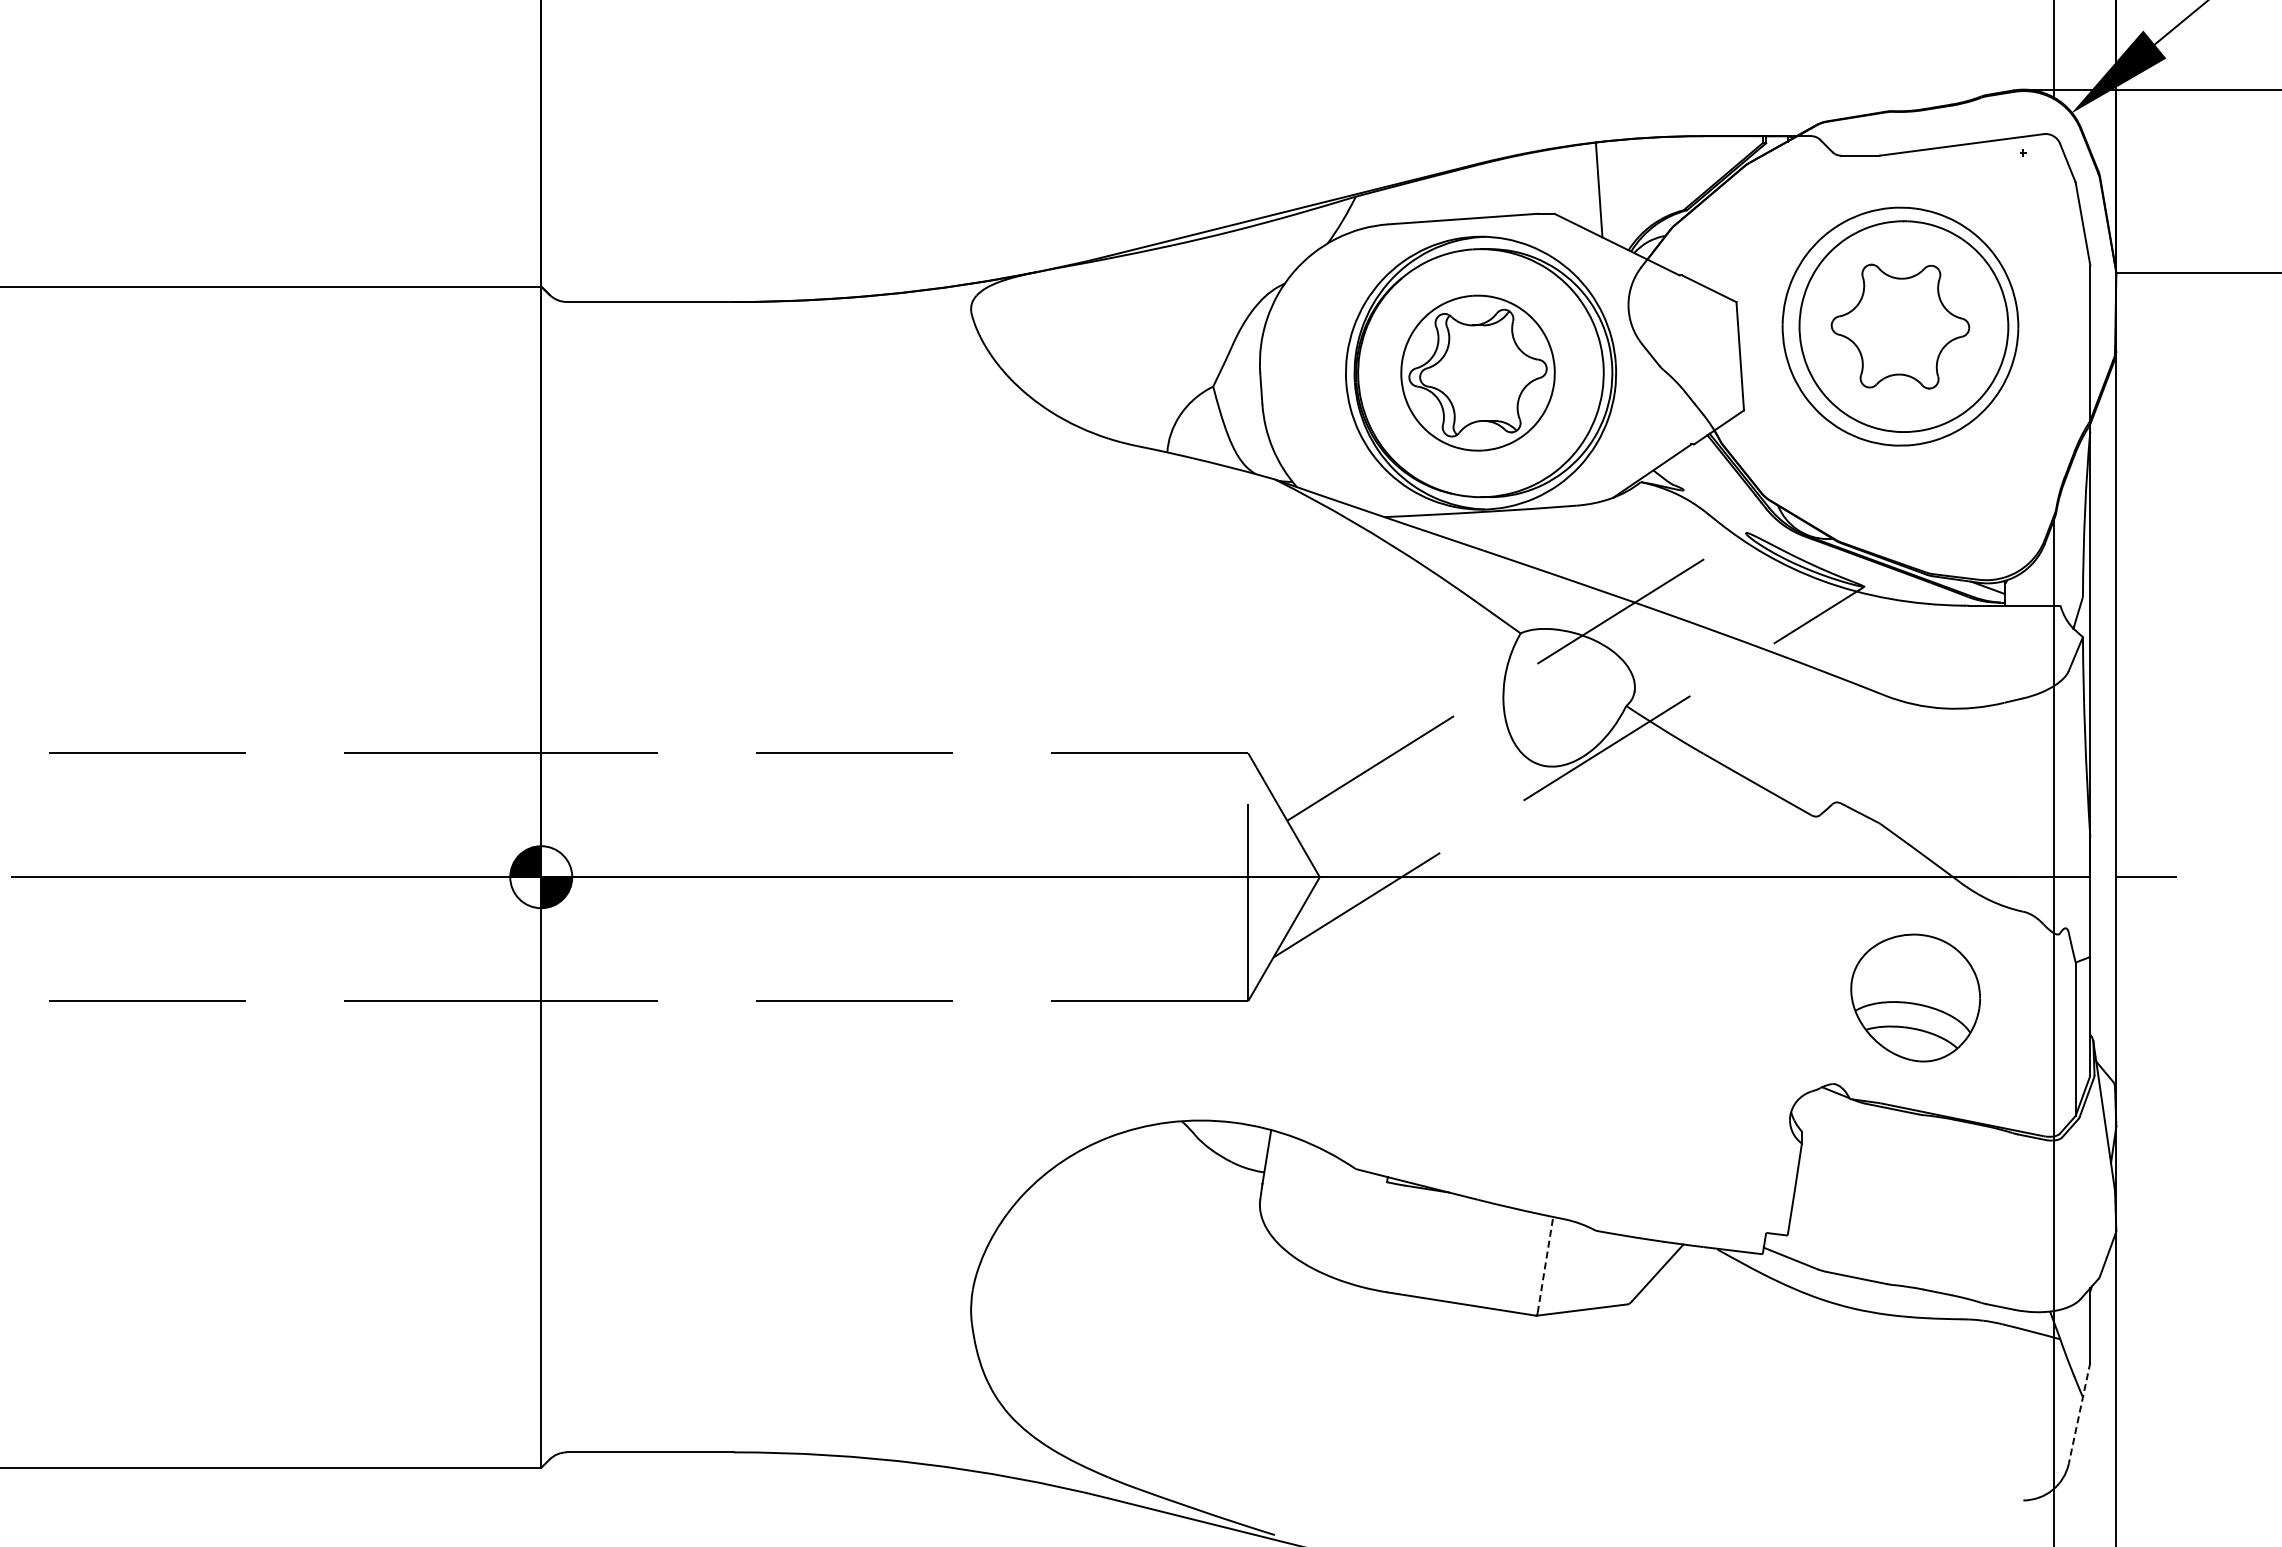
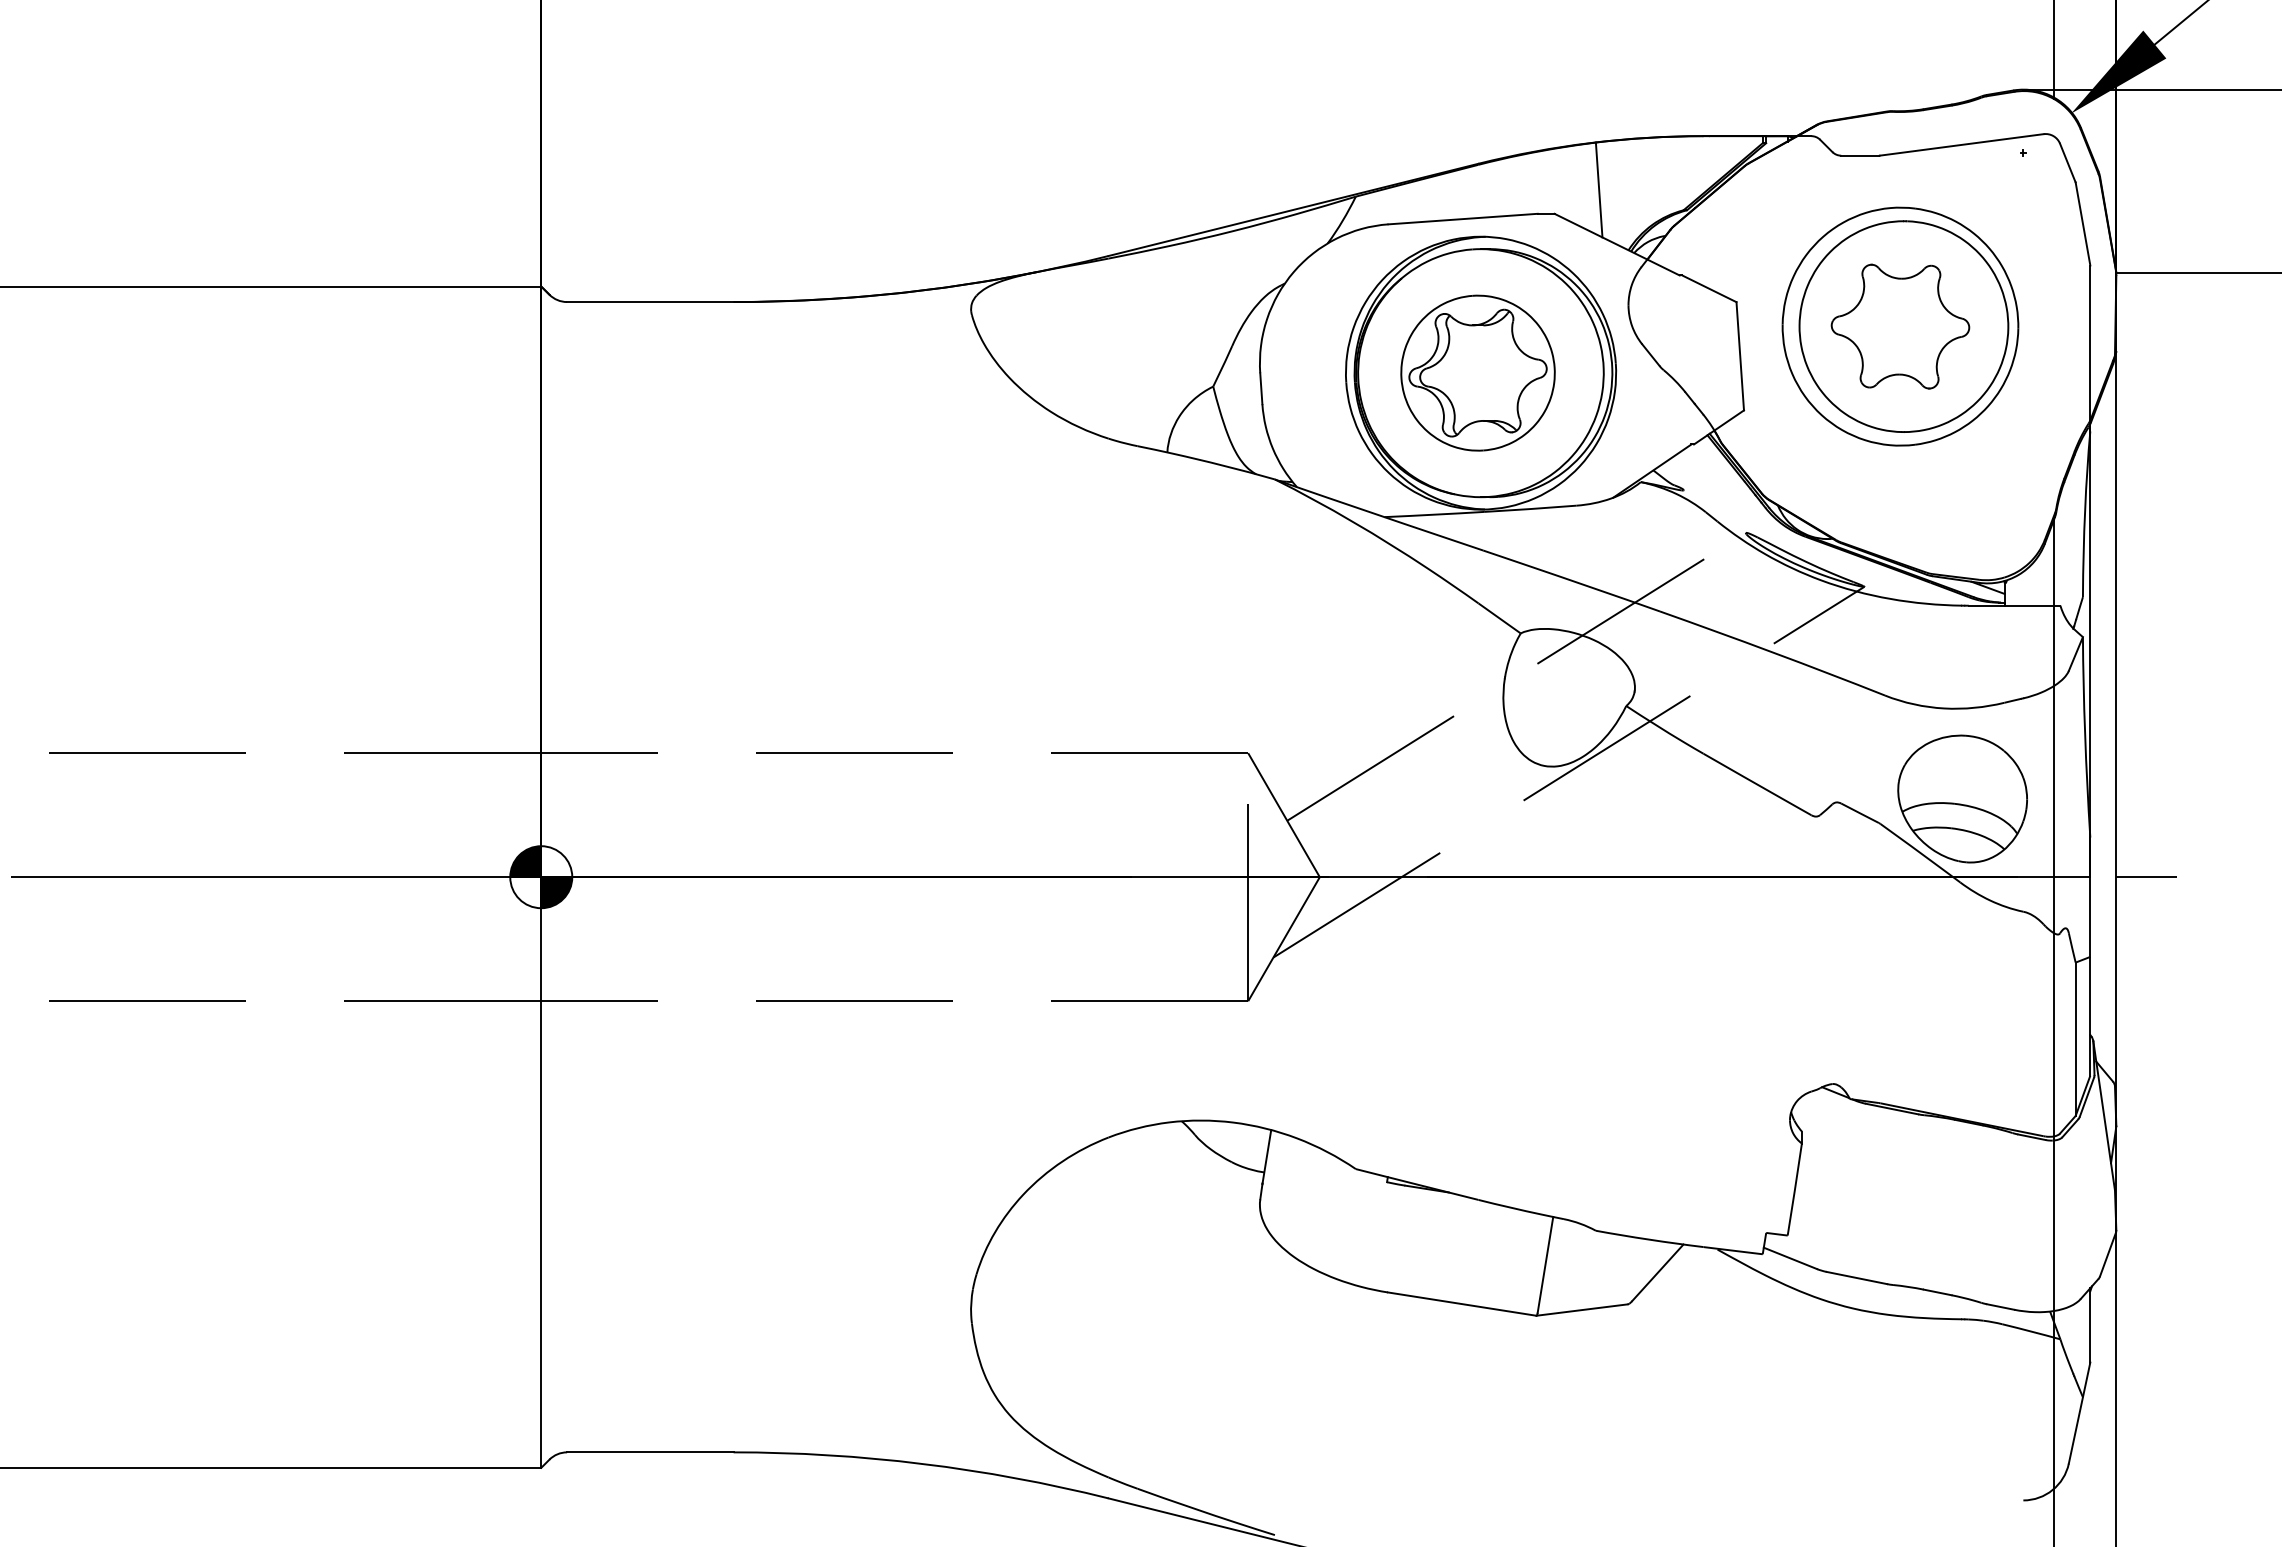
part at (1915, 997) position: (1915, 997) -> (1962, 798)
line at (1545, 1264): dashed -> solid
line at (2079, 1413): dashed -> solid
